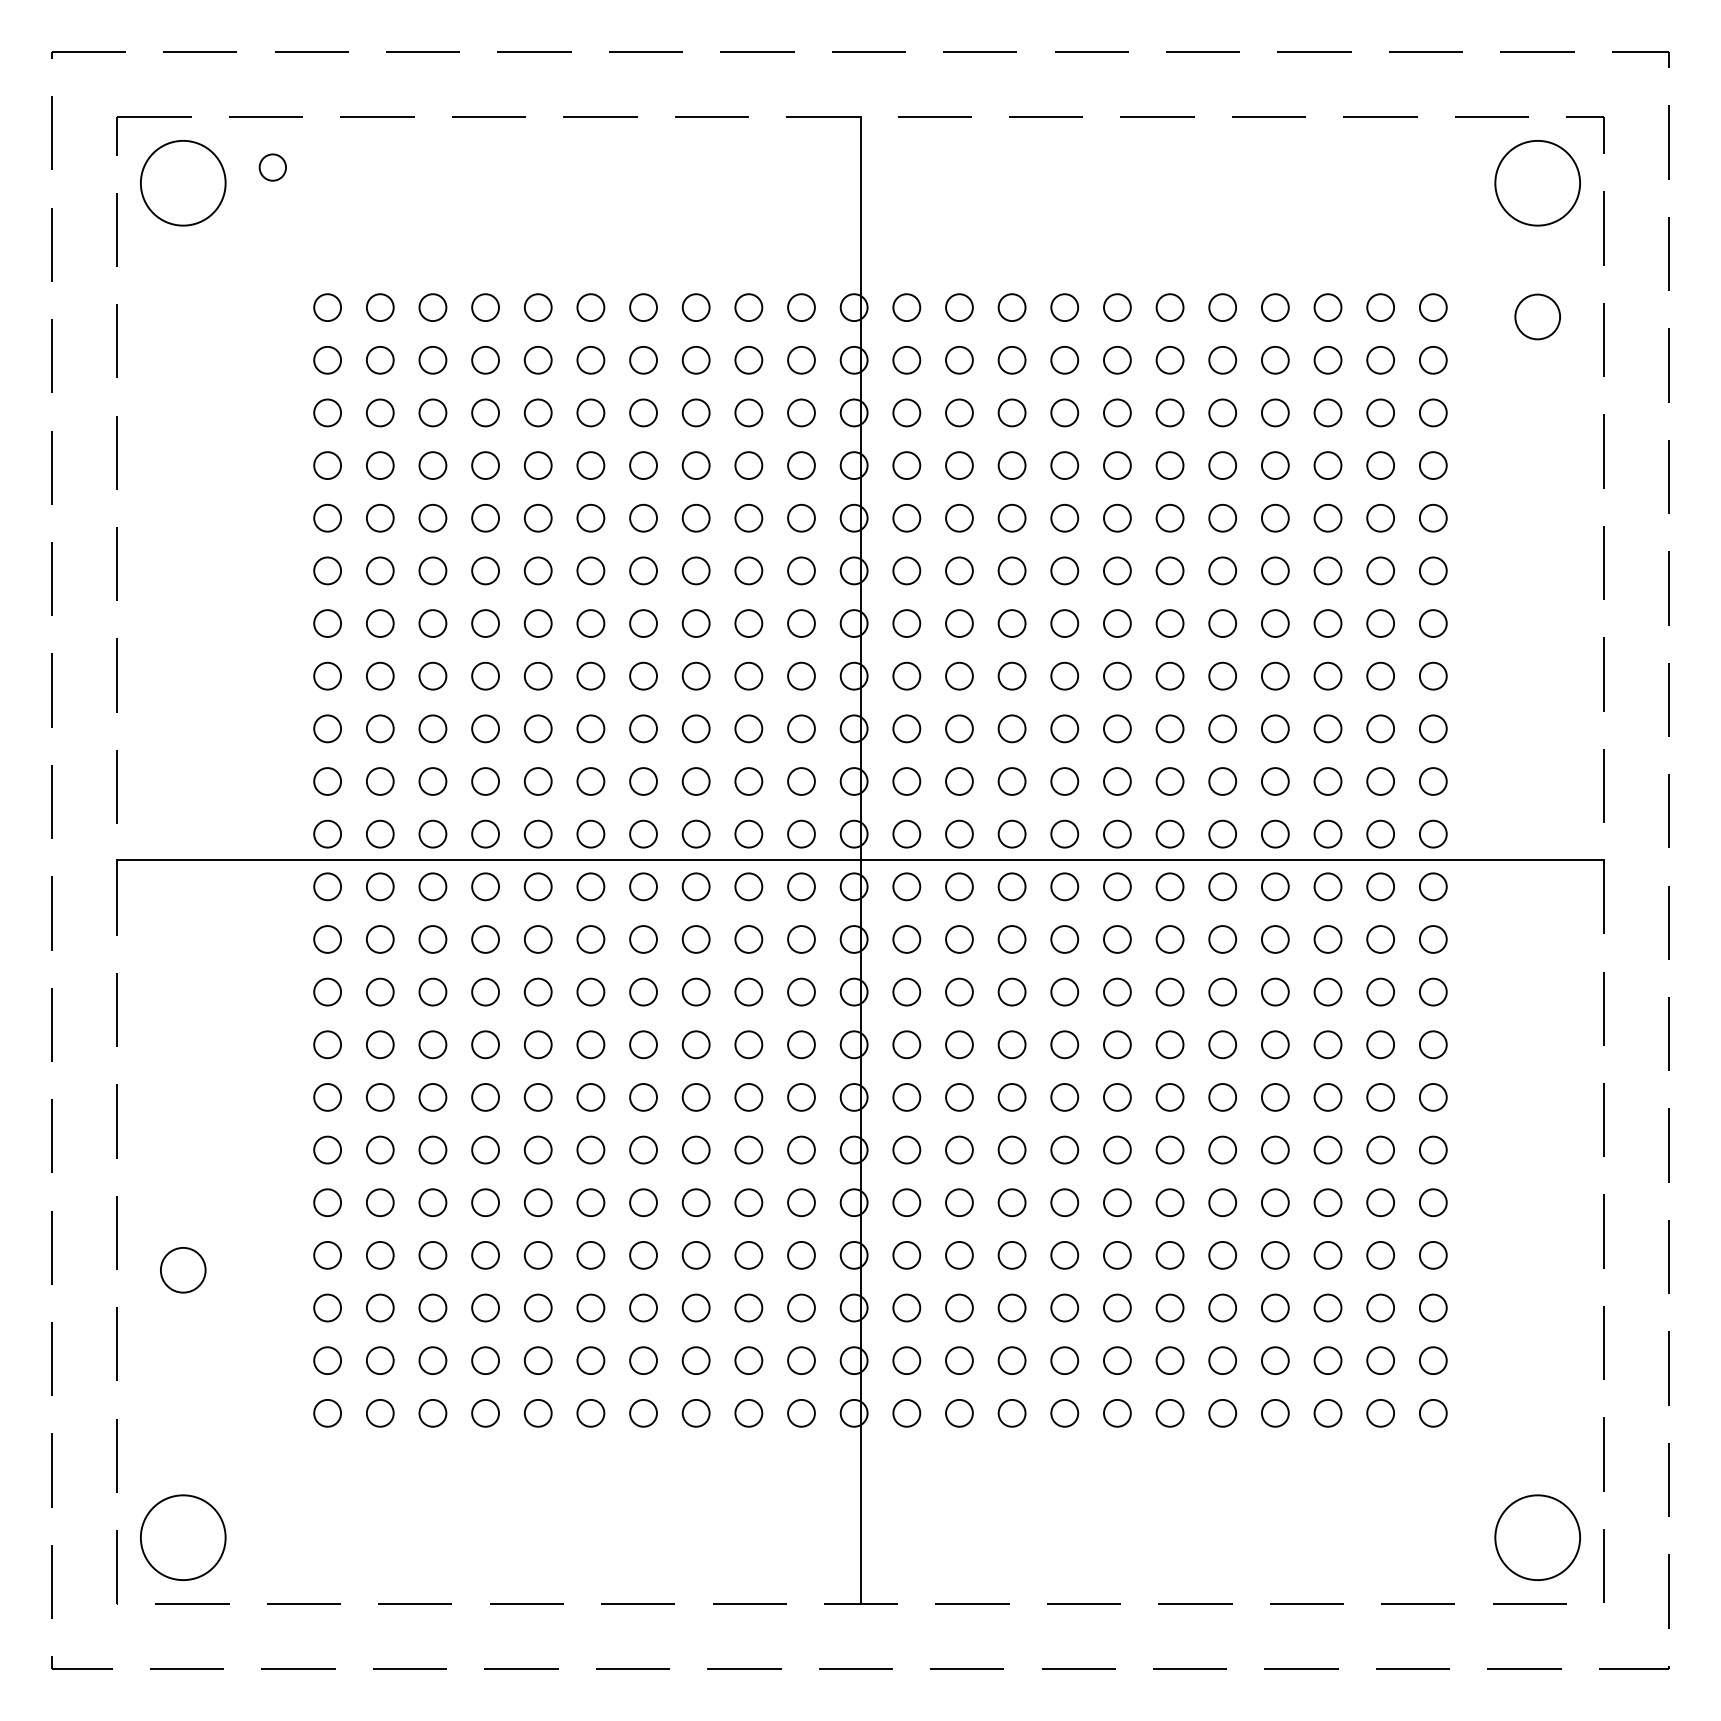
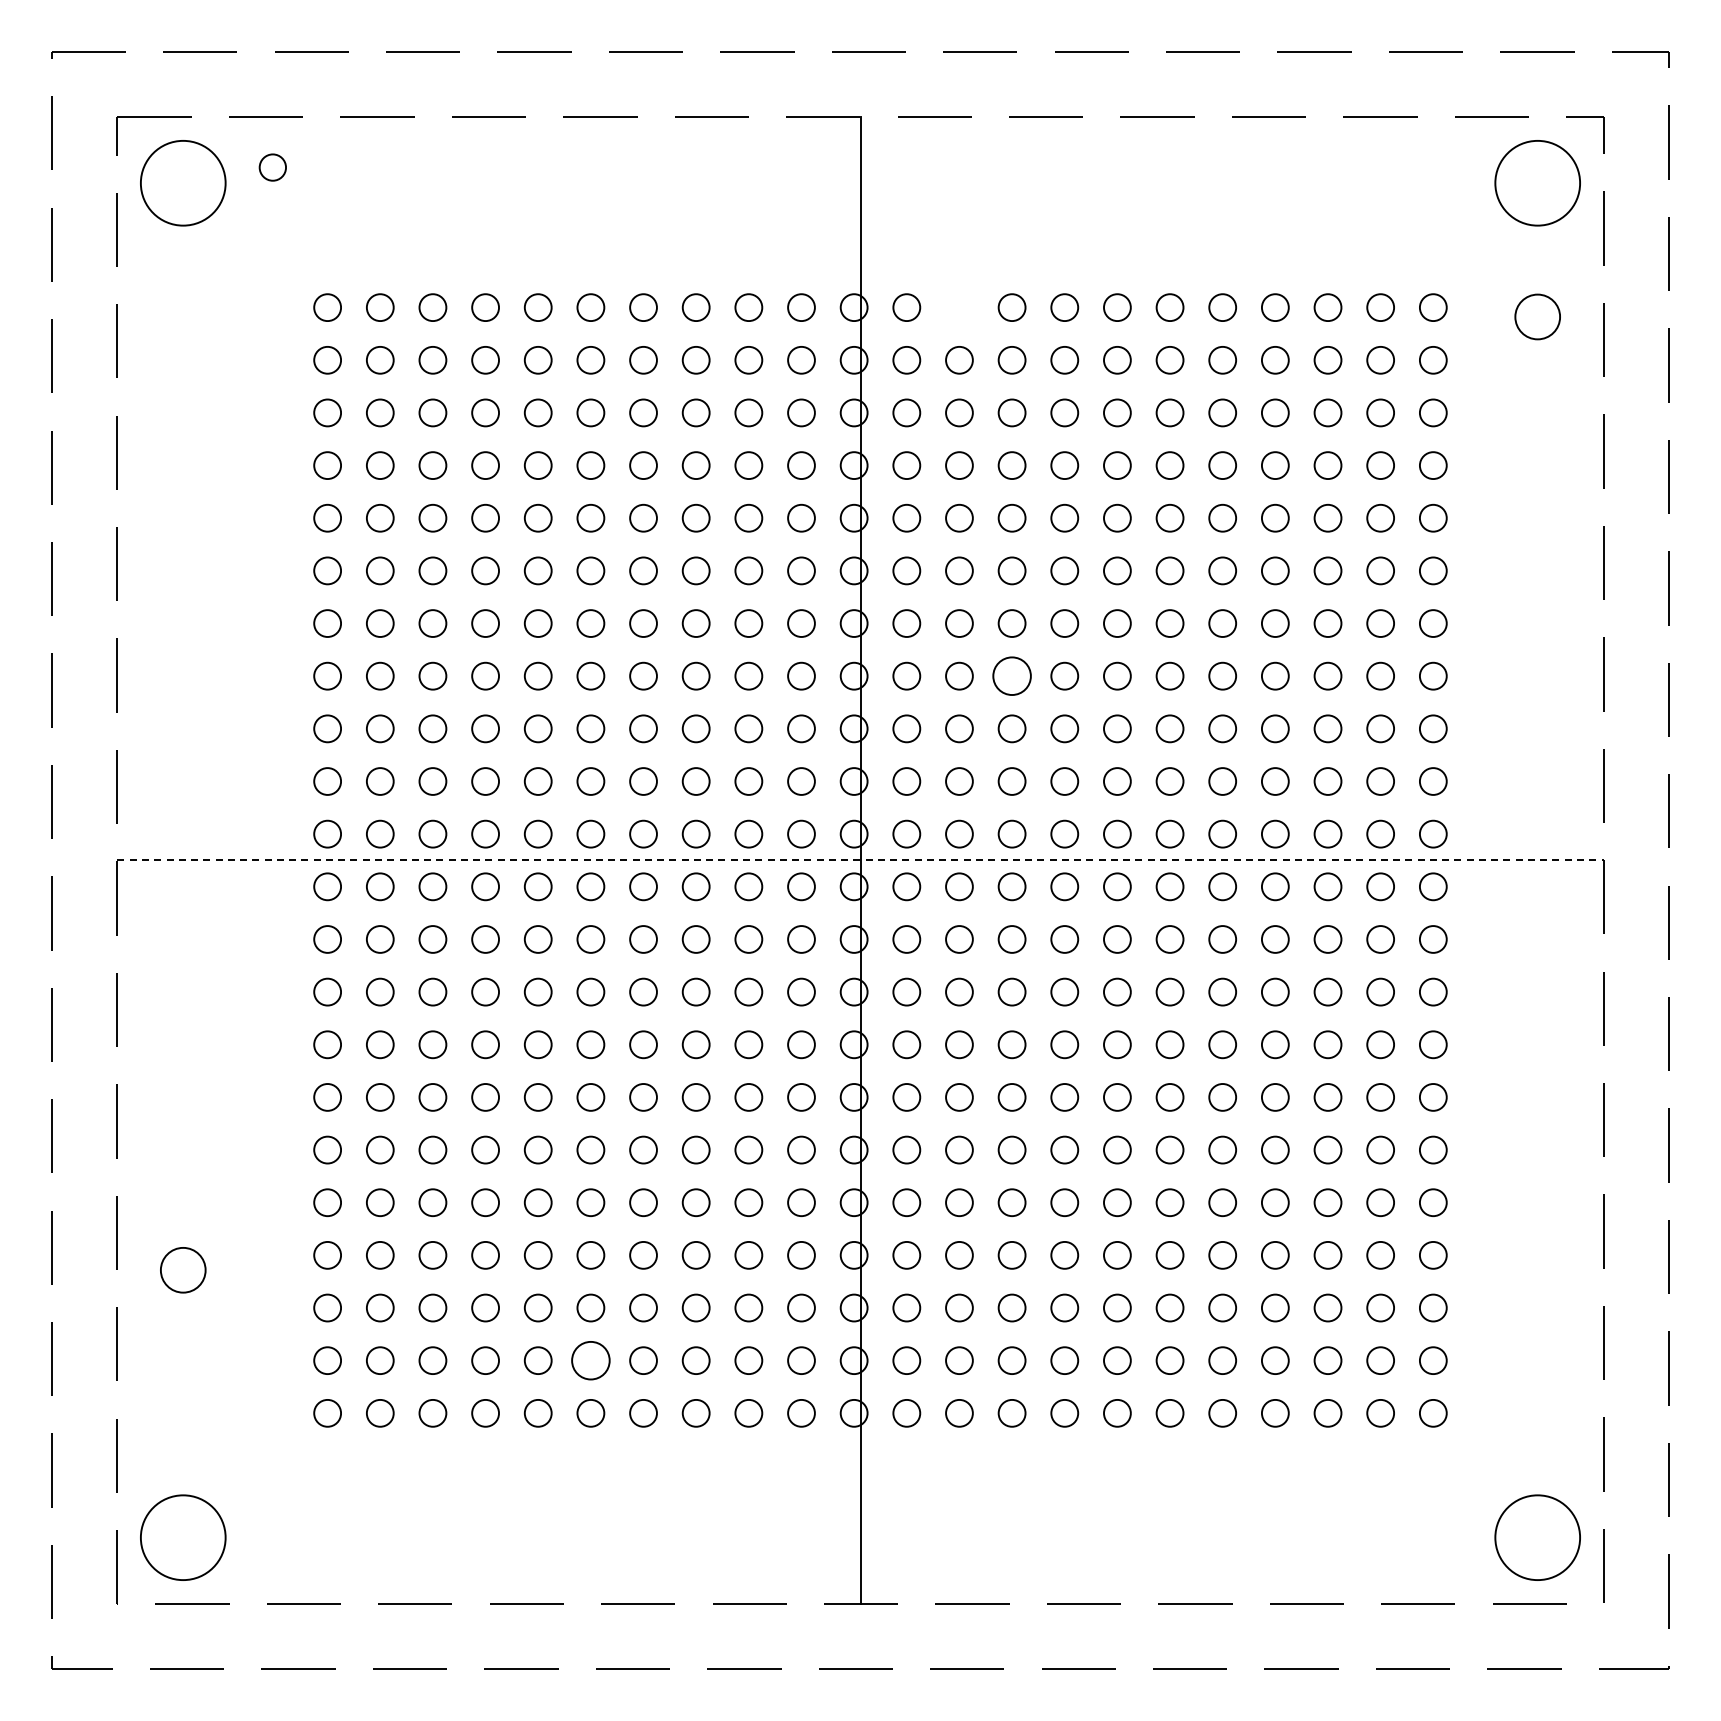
circle at (959, 307): present -> none
circle at (1011, 675) diameter: 27 px -> 38 px
line at (860, 860): solid -> dashed
circle at (590, 1360) diameter: 27 px -> 38 px
